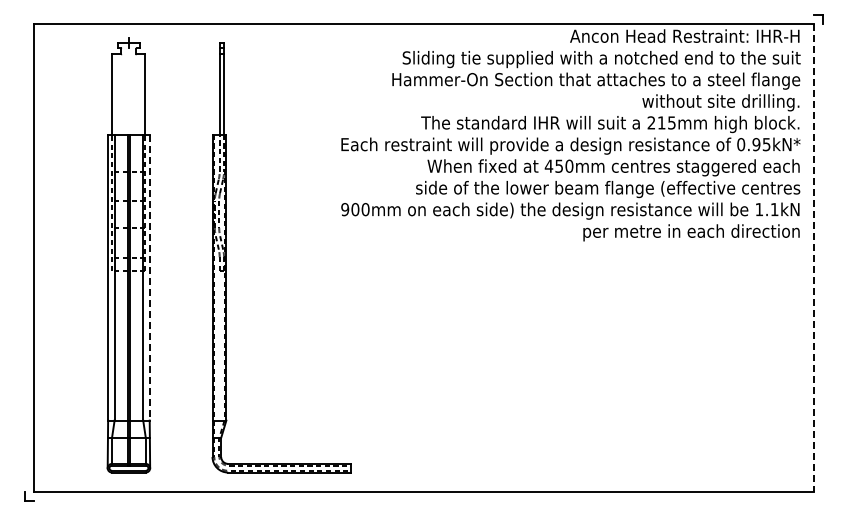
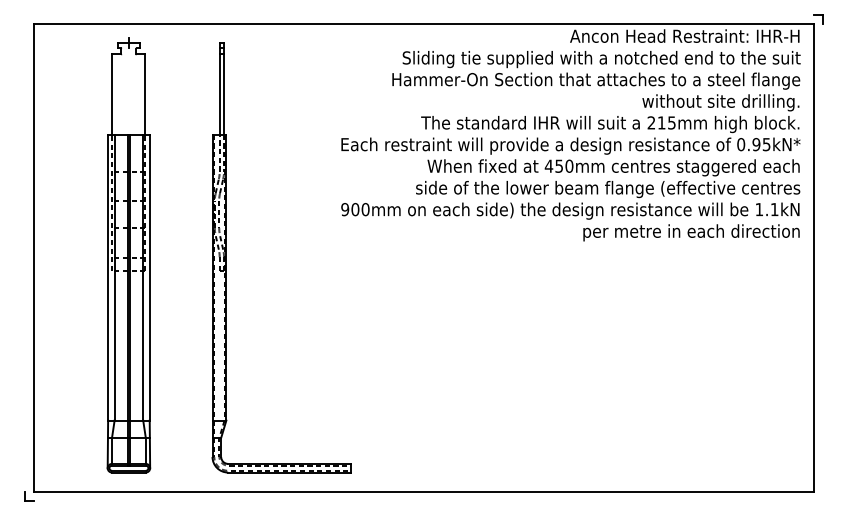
line at (813, 258): dashed -> solid
line at (149, 277): dashed -> solid
